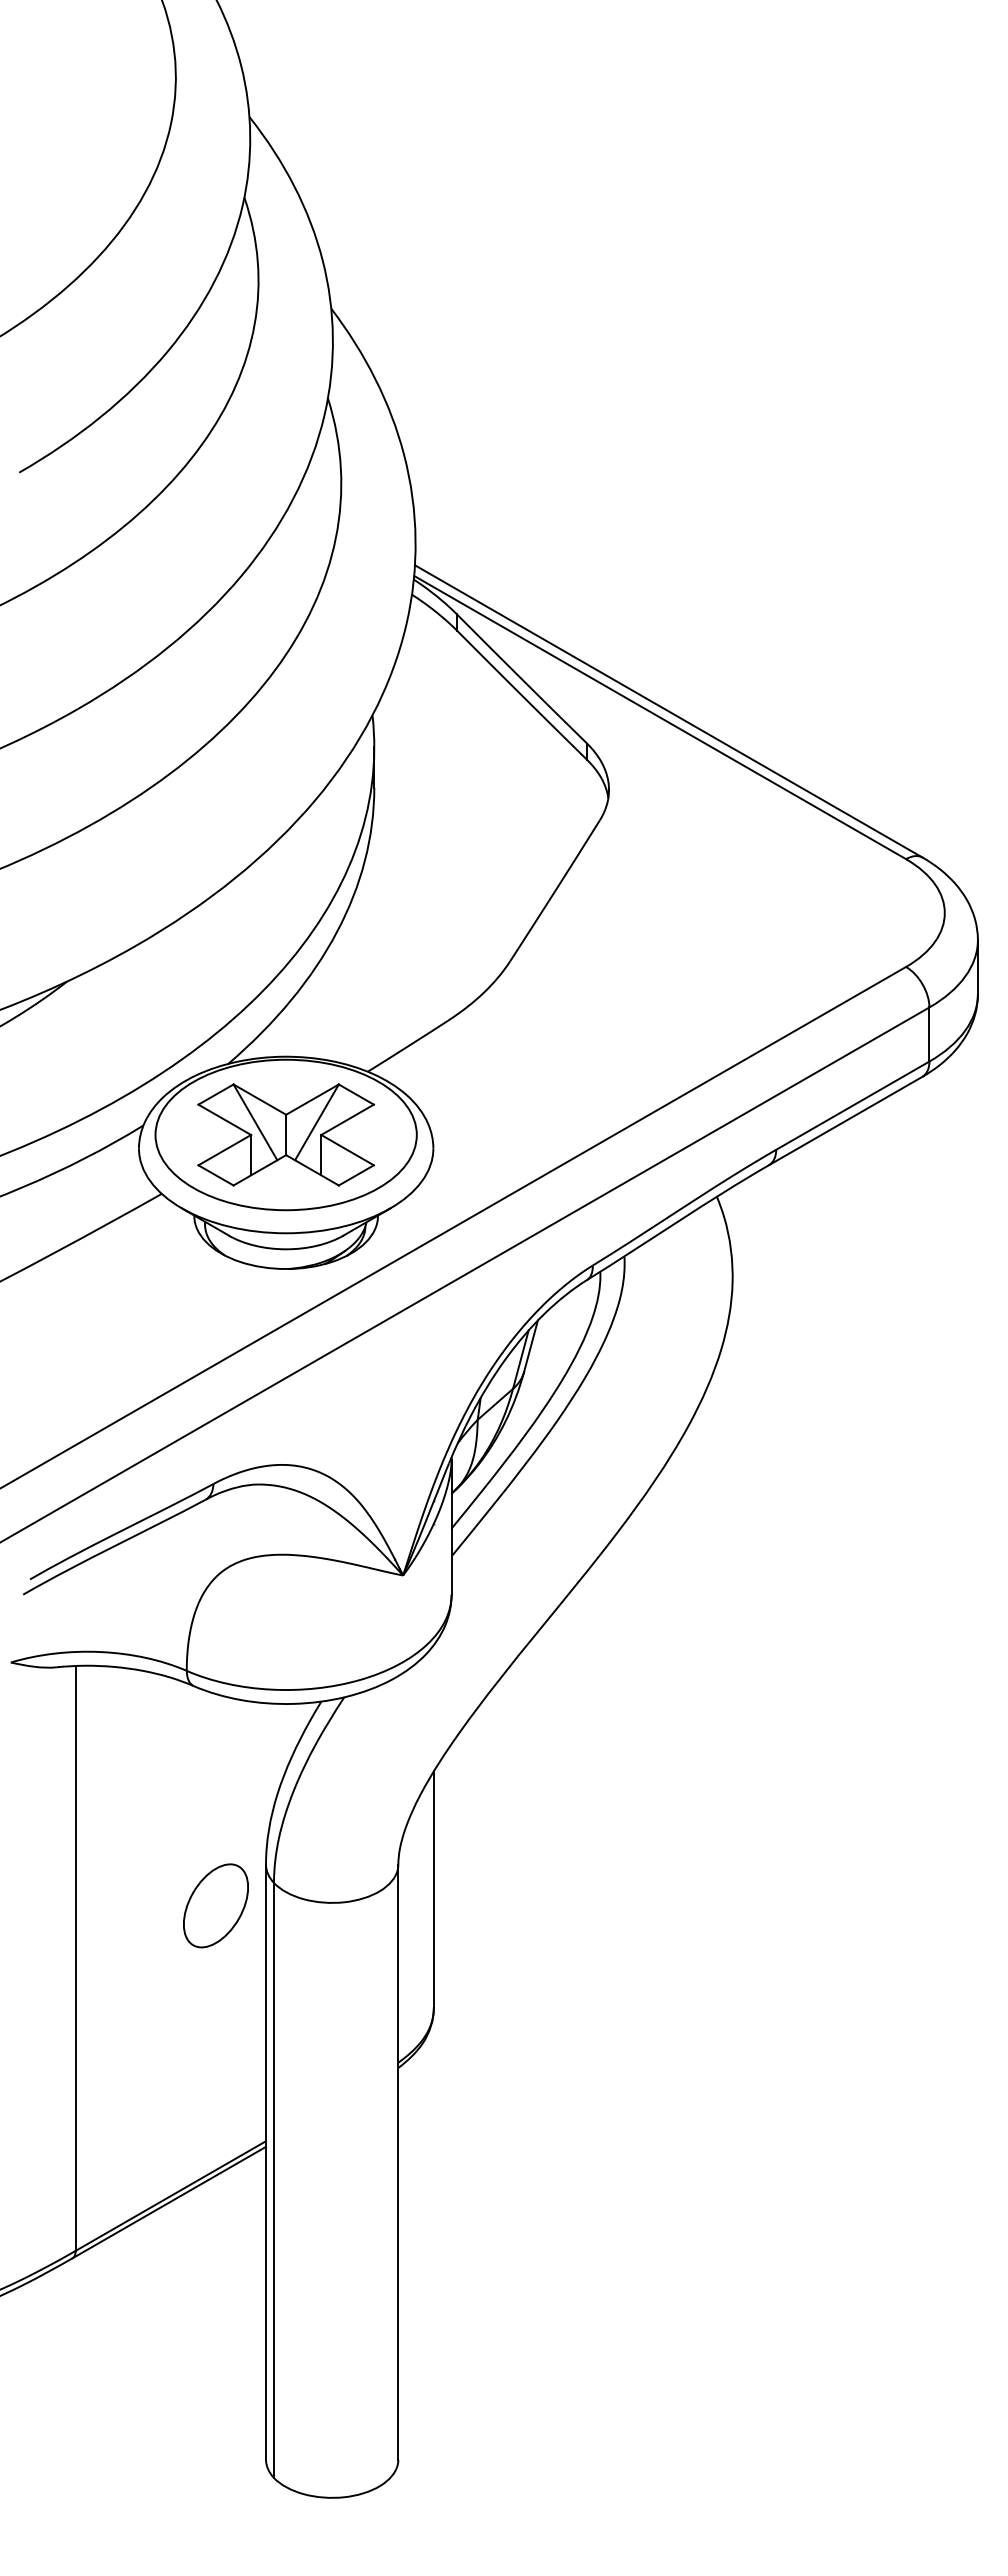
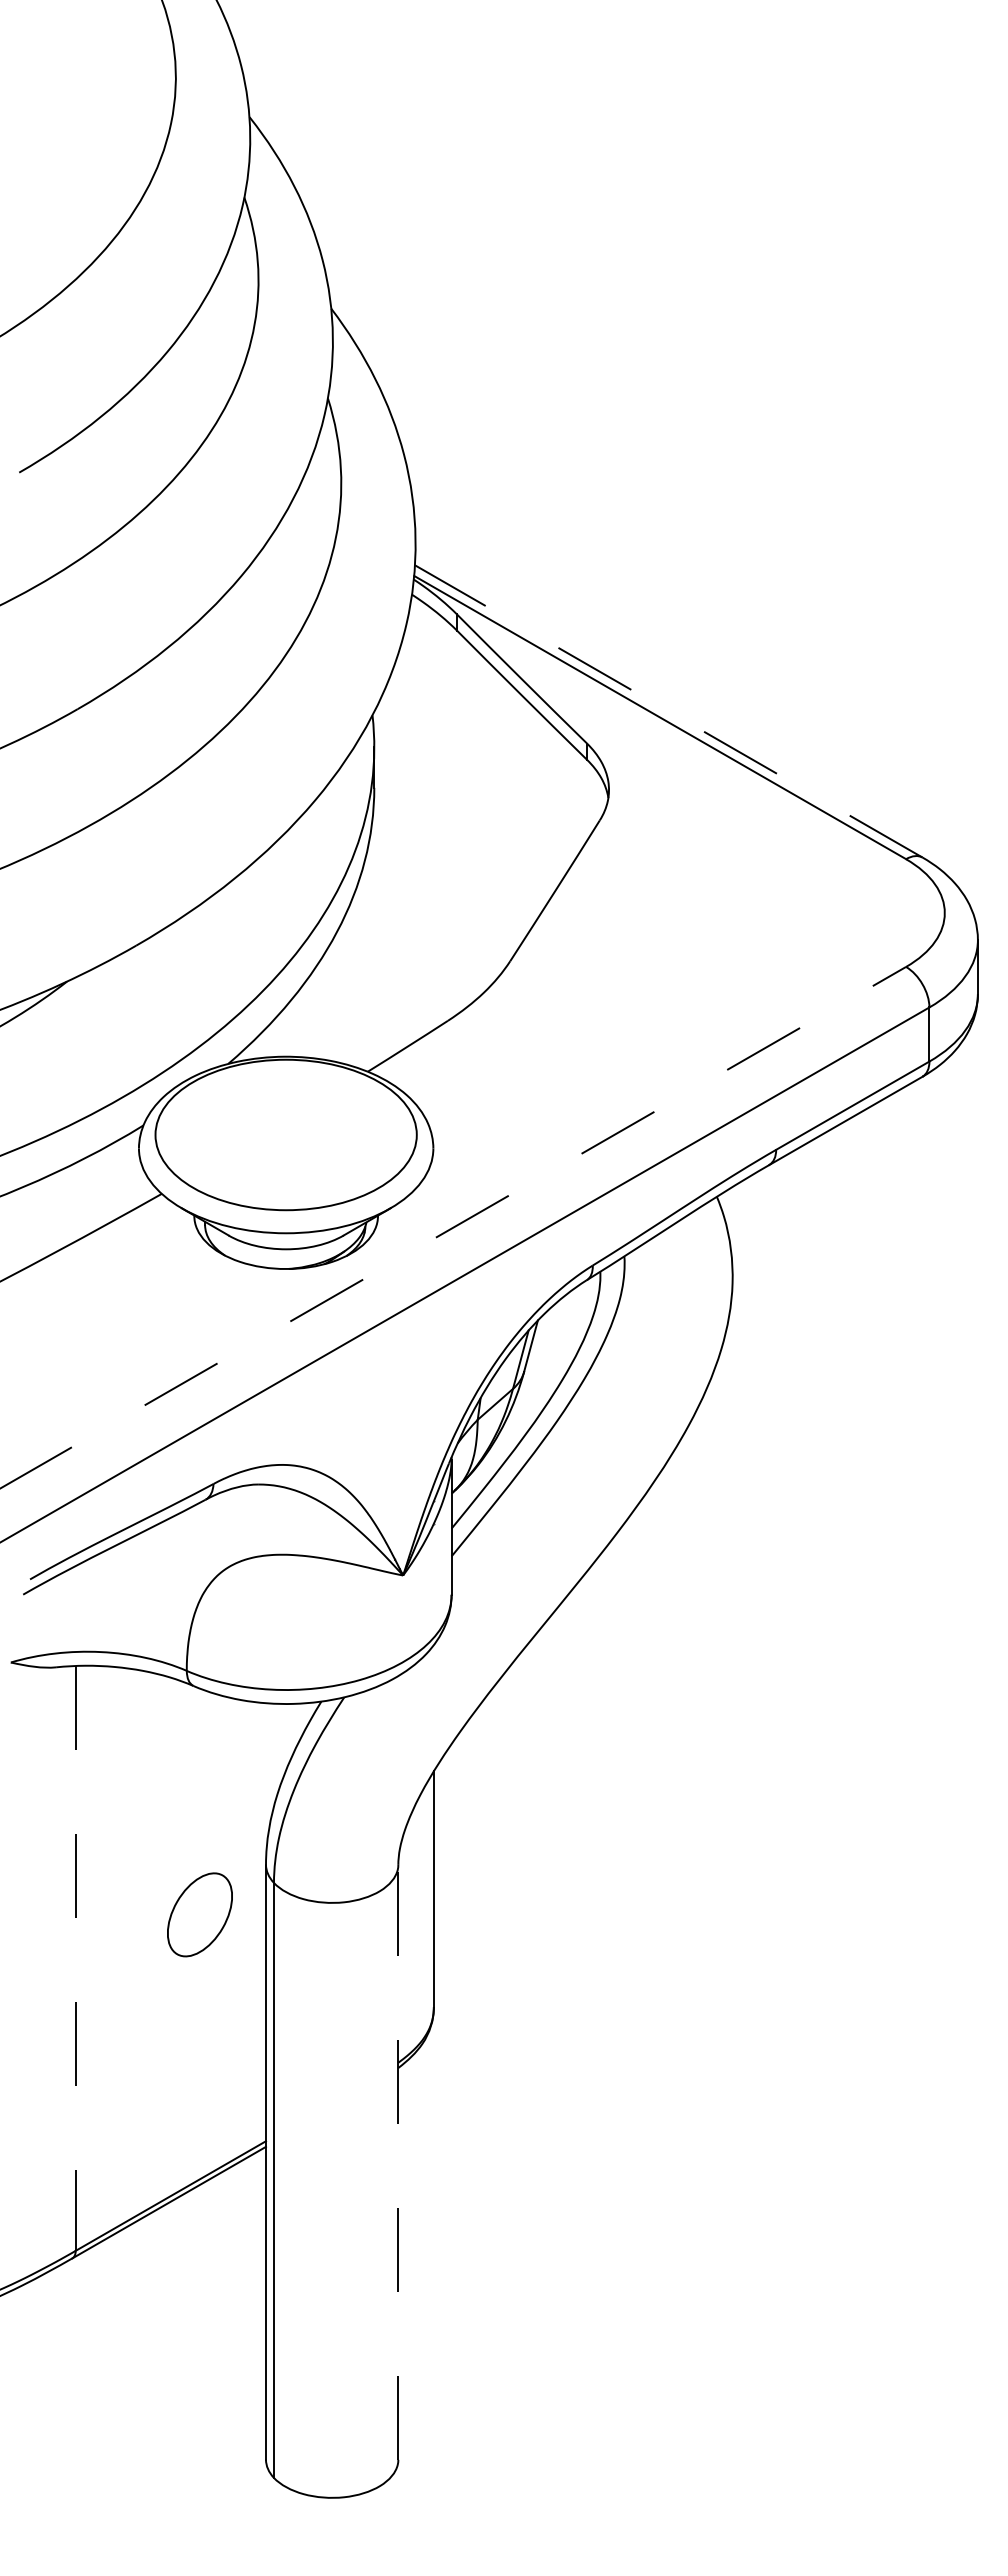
line at (668, 711): solid -> dashed
part at (285, 1134): present -> none
line at (453, 1227): solid -> dashed
part at (215, 1905) position: (215, 1905) -> (199, 1914)
line at (75, 1958): solid -> dashed
line at (398, 2161): solid -> dashed
